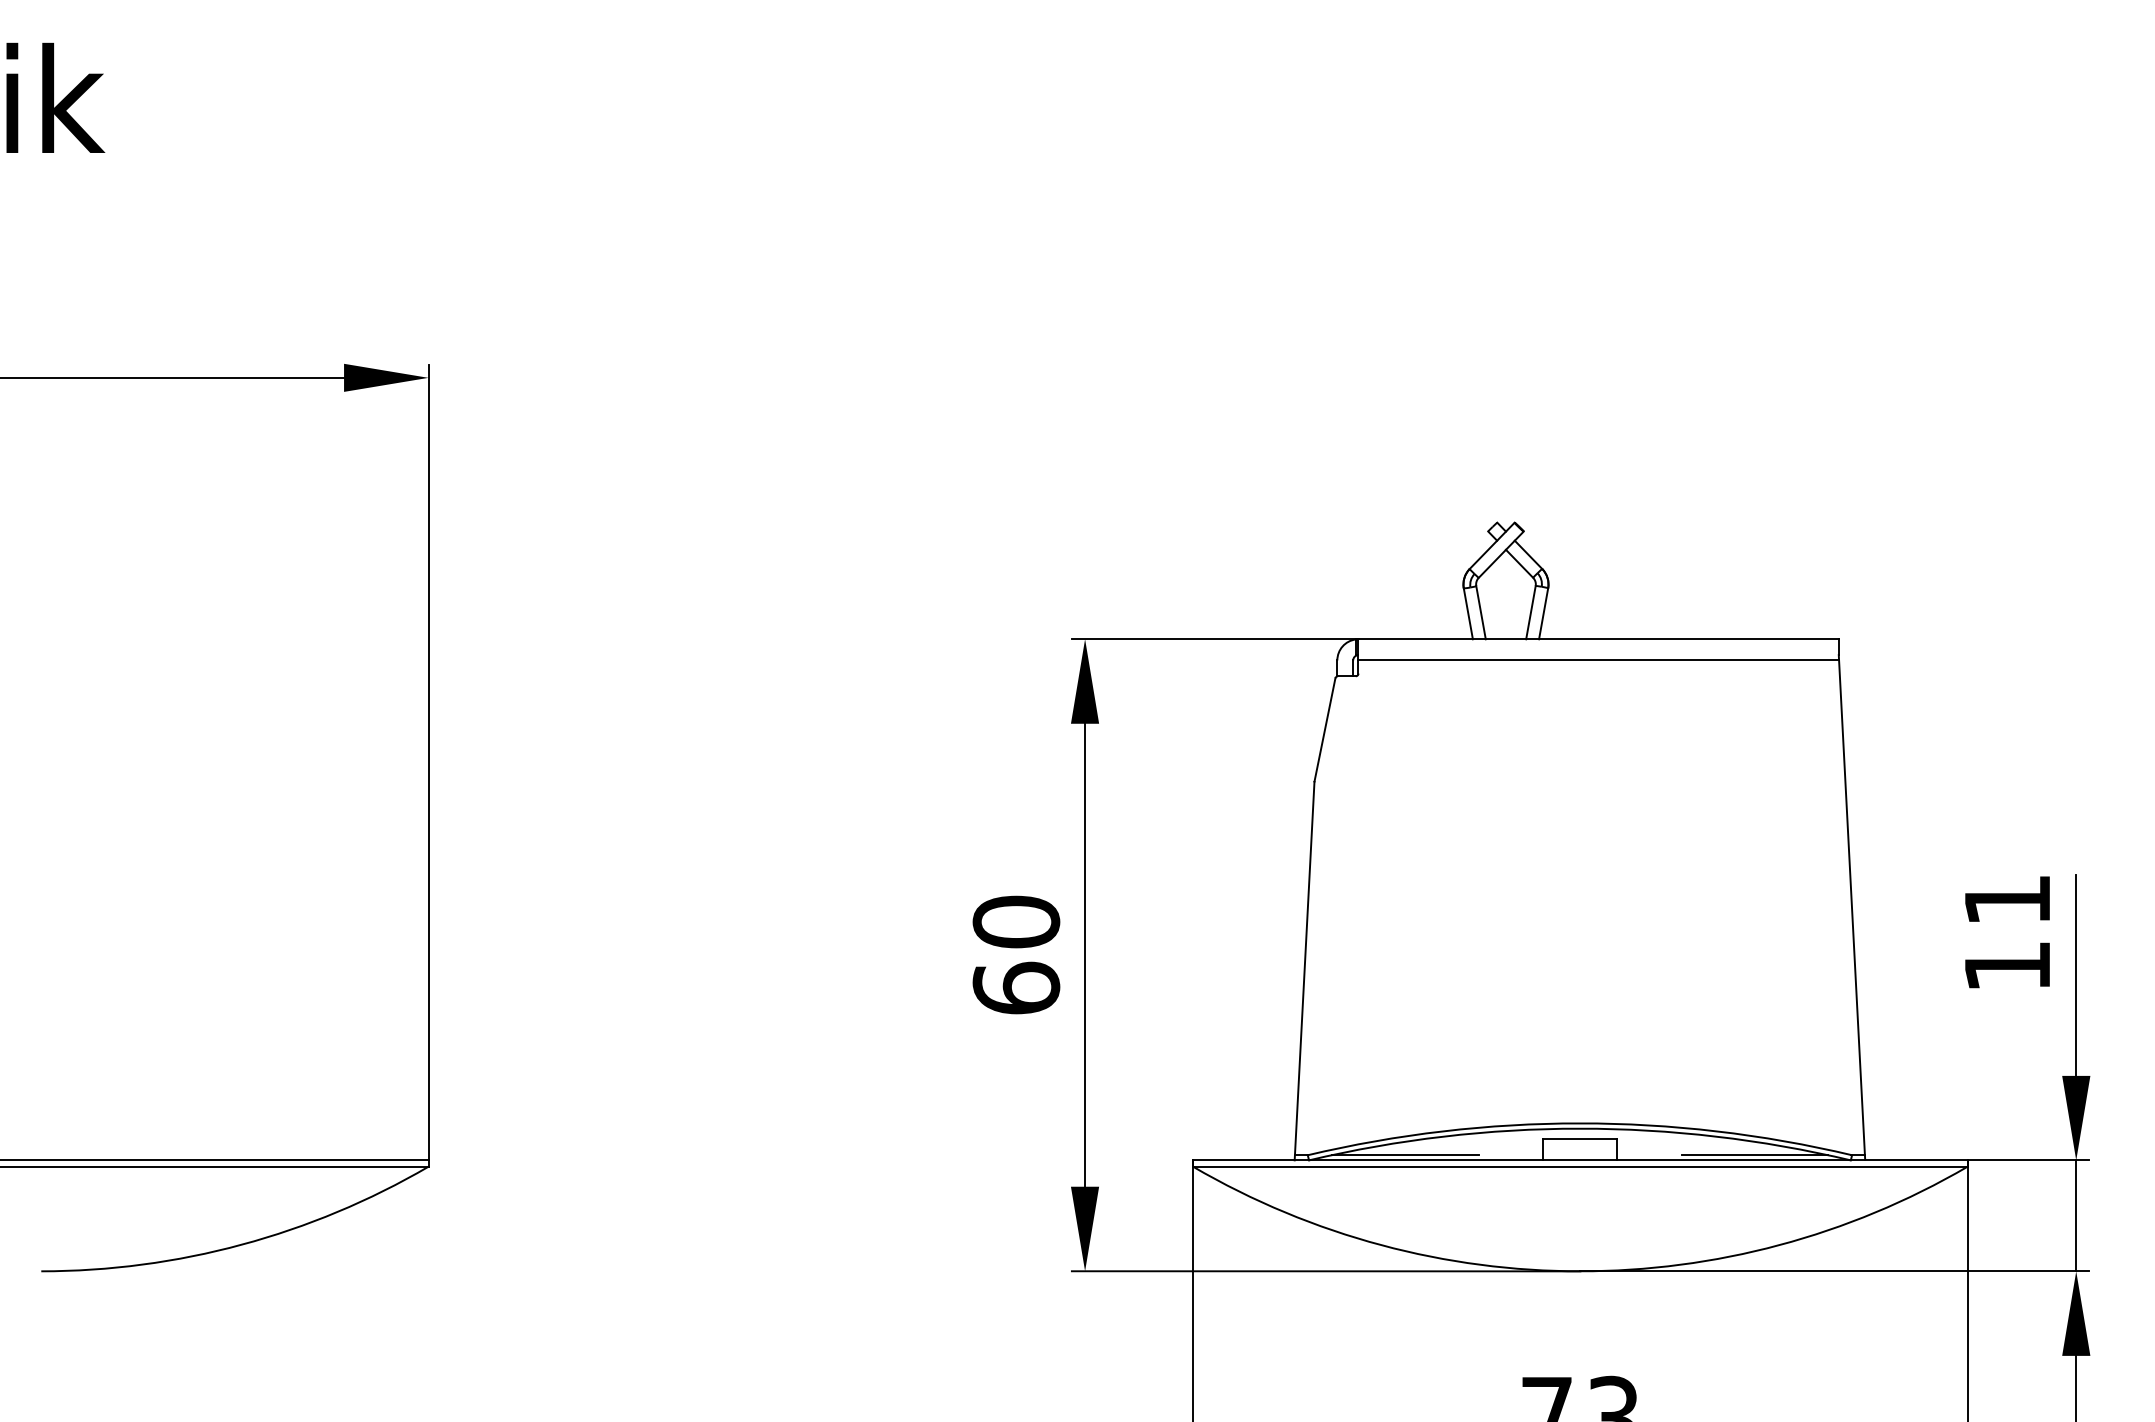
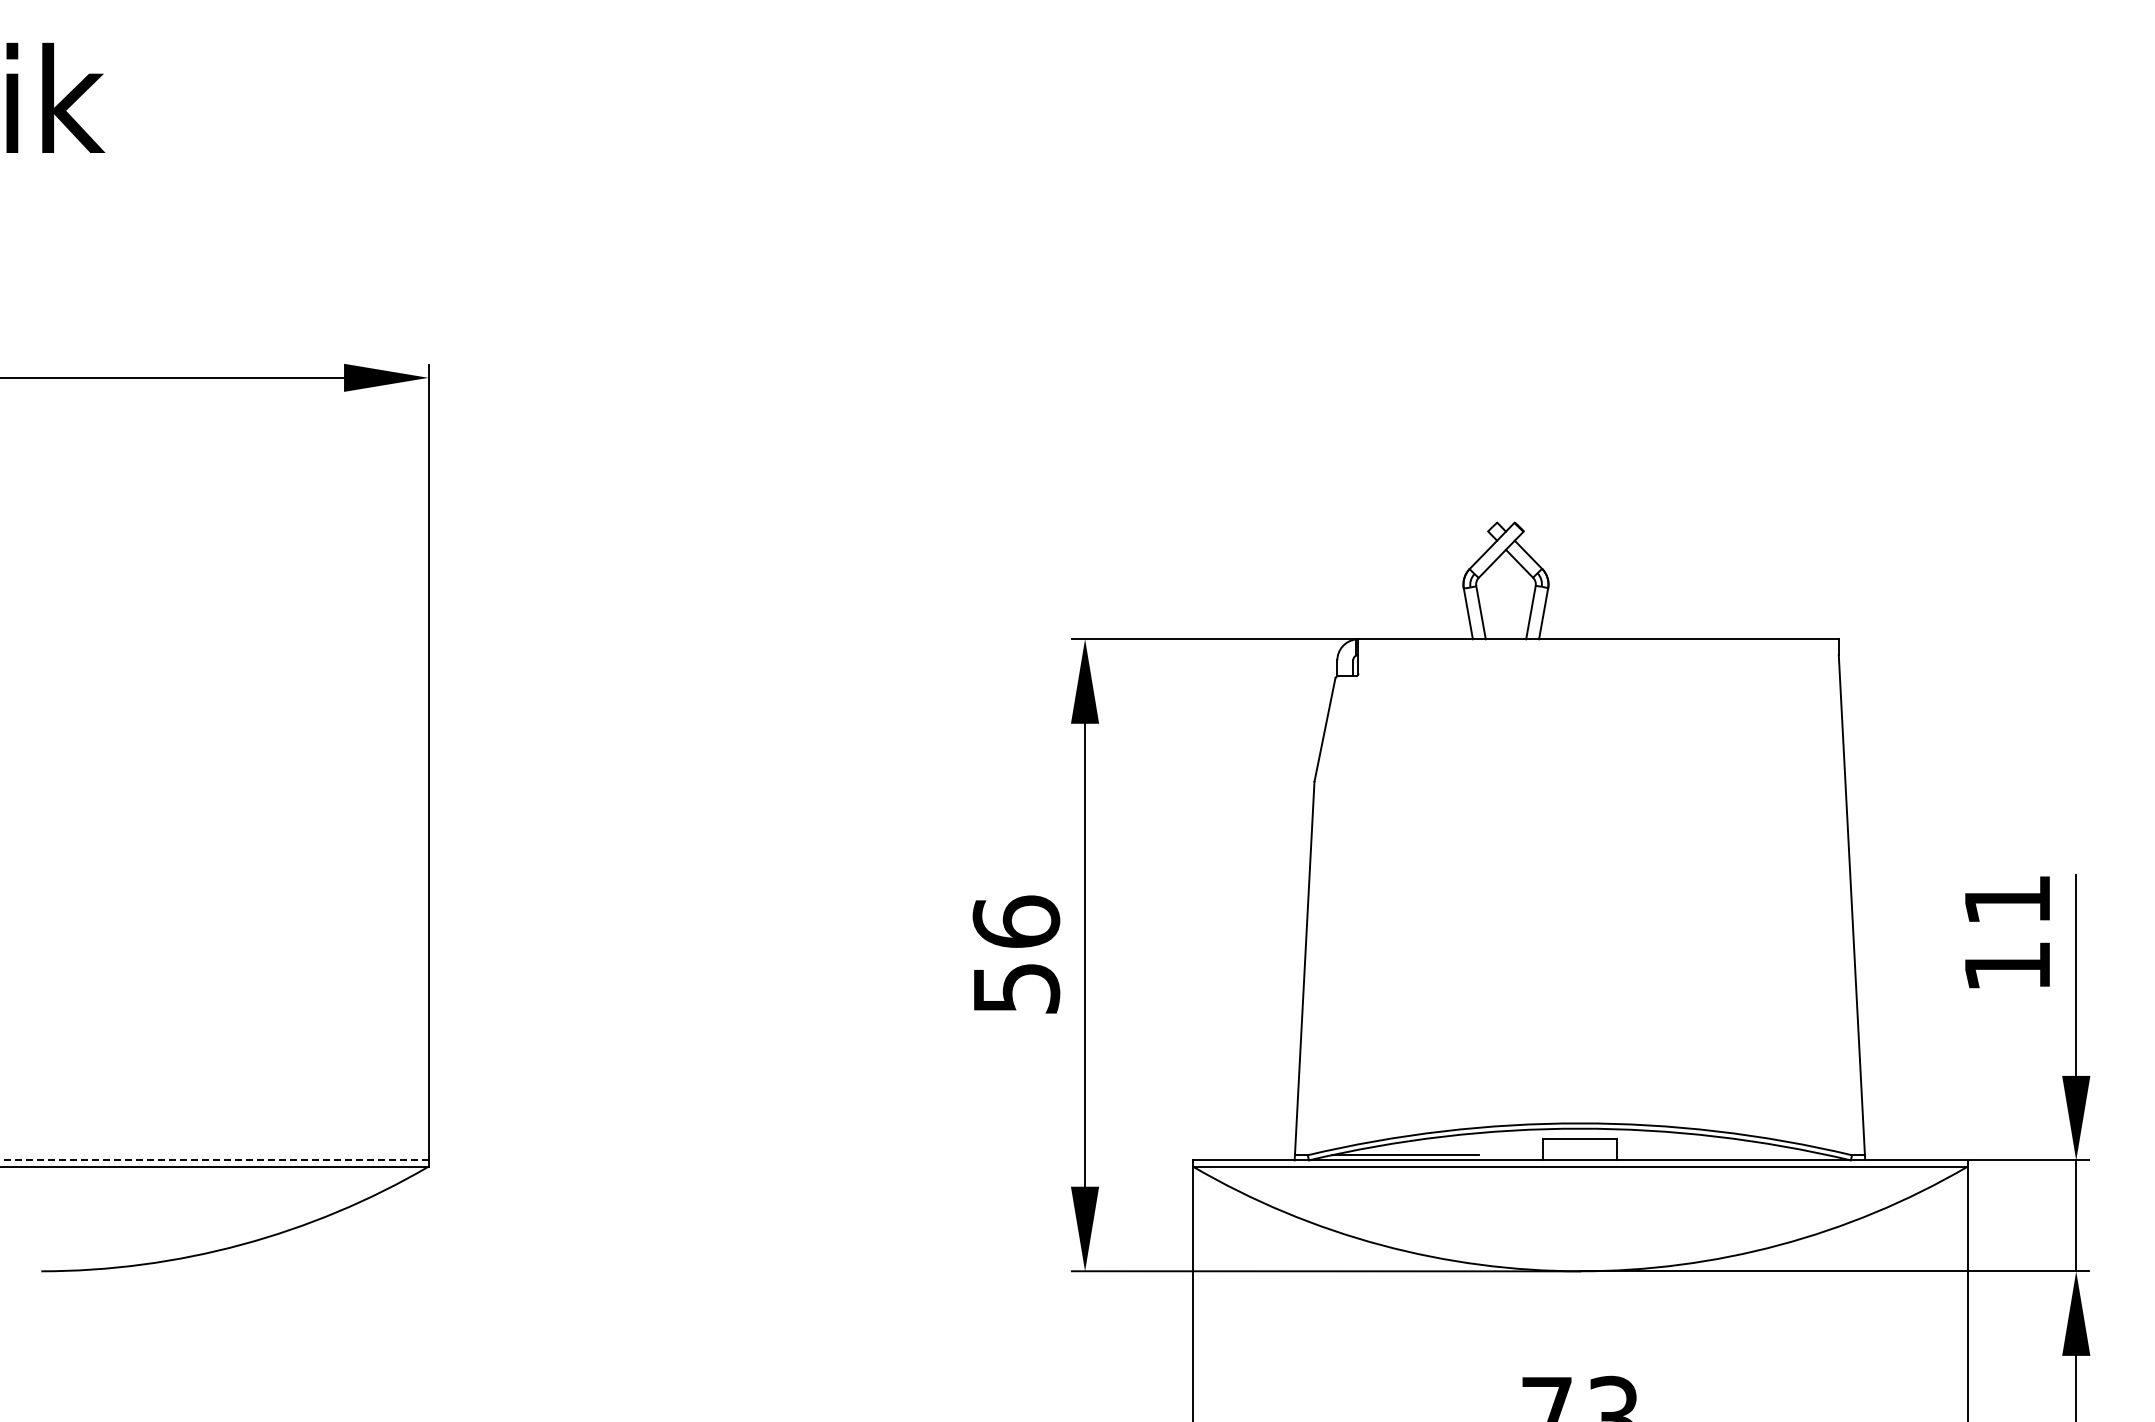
line at (1598, 660): present -> none
text at (1016, 954): 60 -> 56
line at (1754, 1155): present -> none
line at (214, 1160): solid -> dashed
